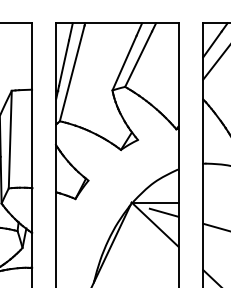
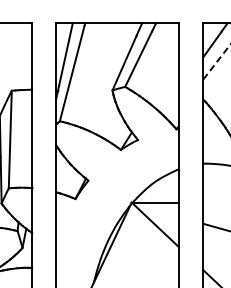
line at (217, 61): solid -> dashed
line at (163, 212): present -> none
